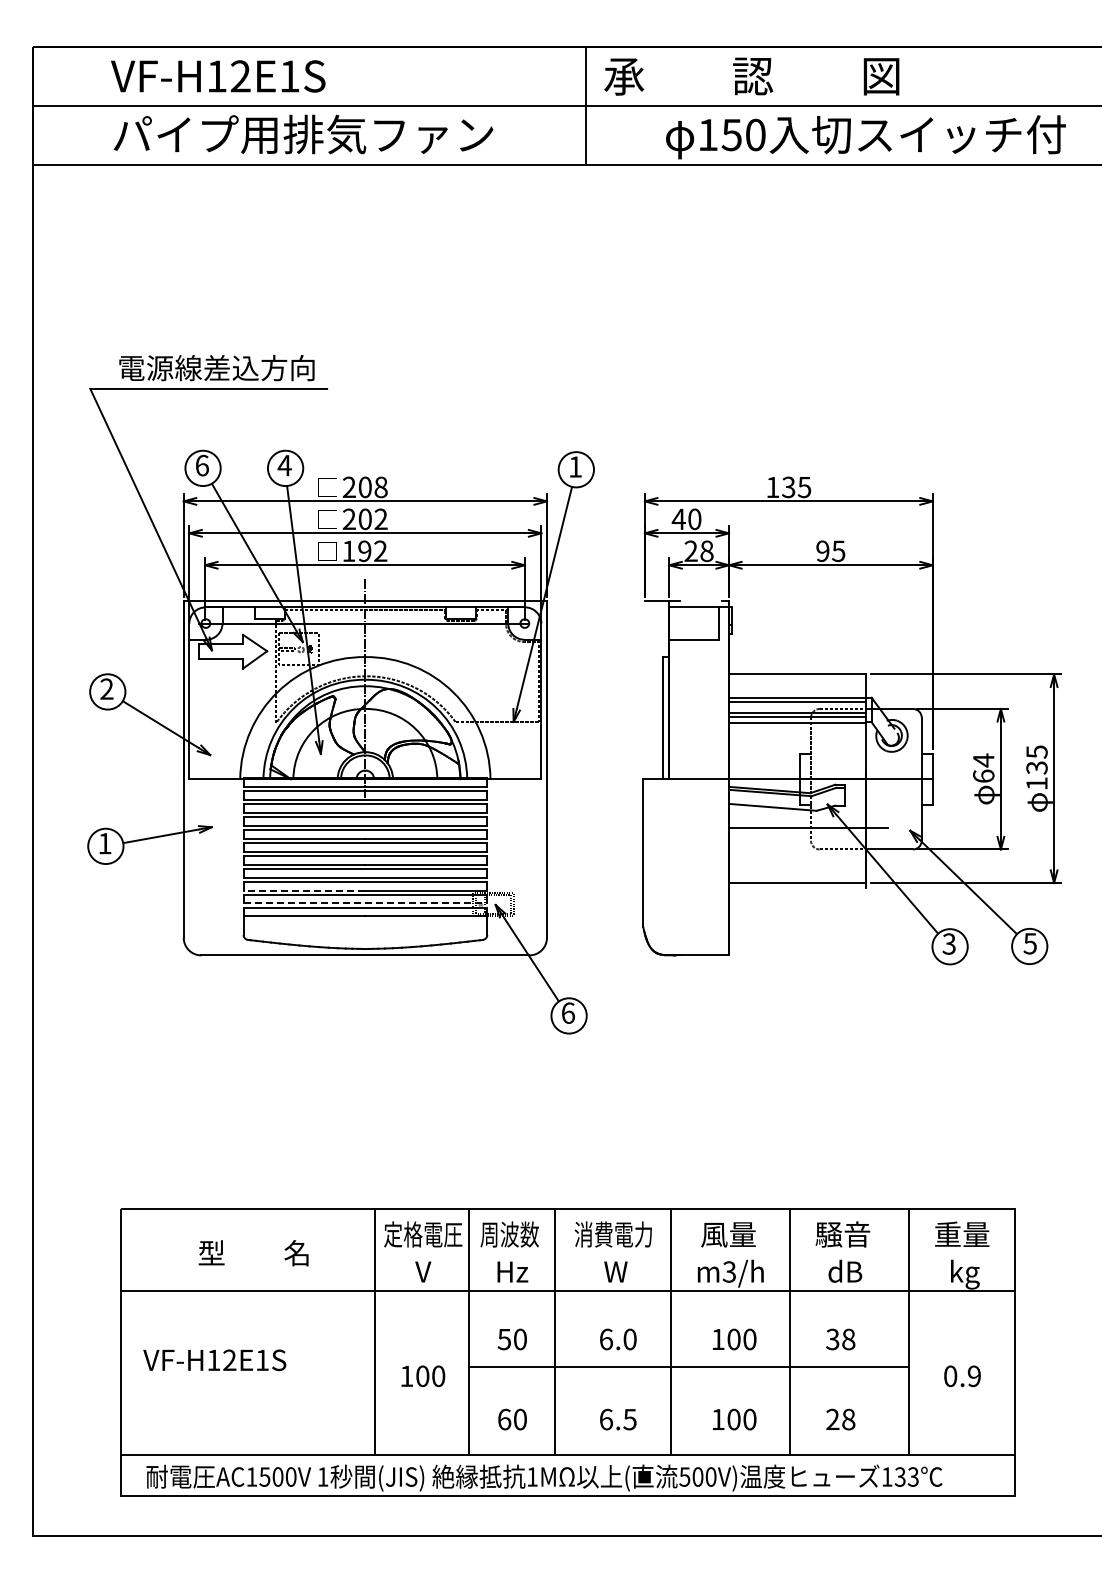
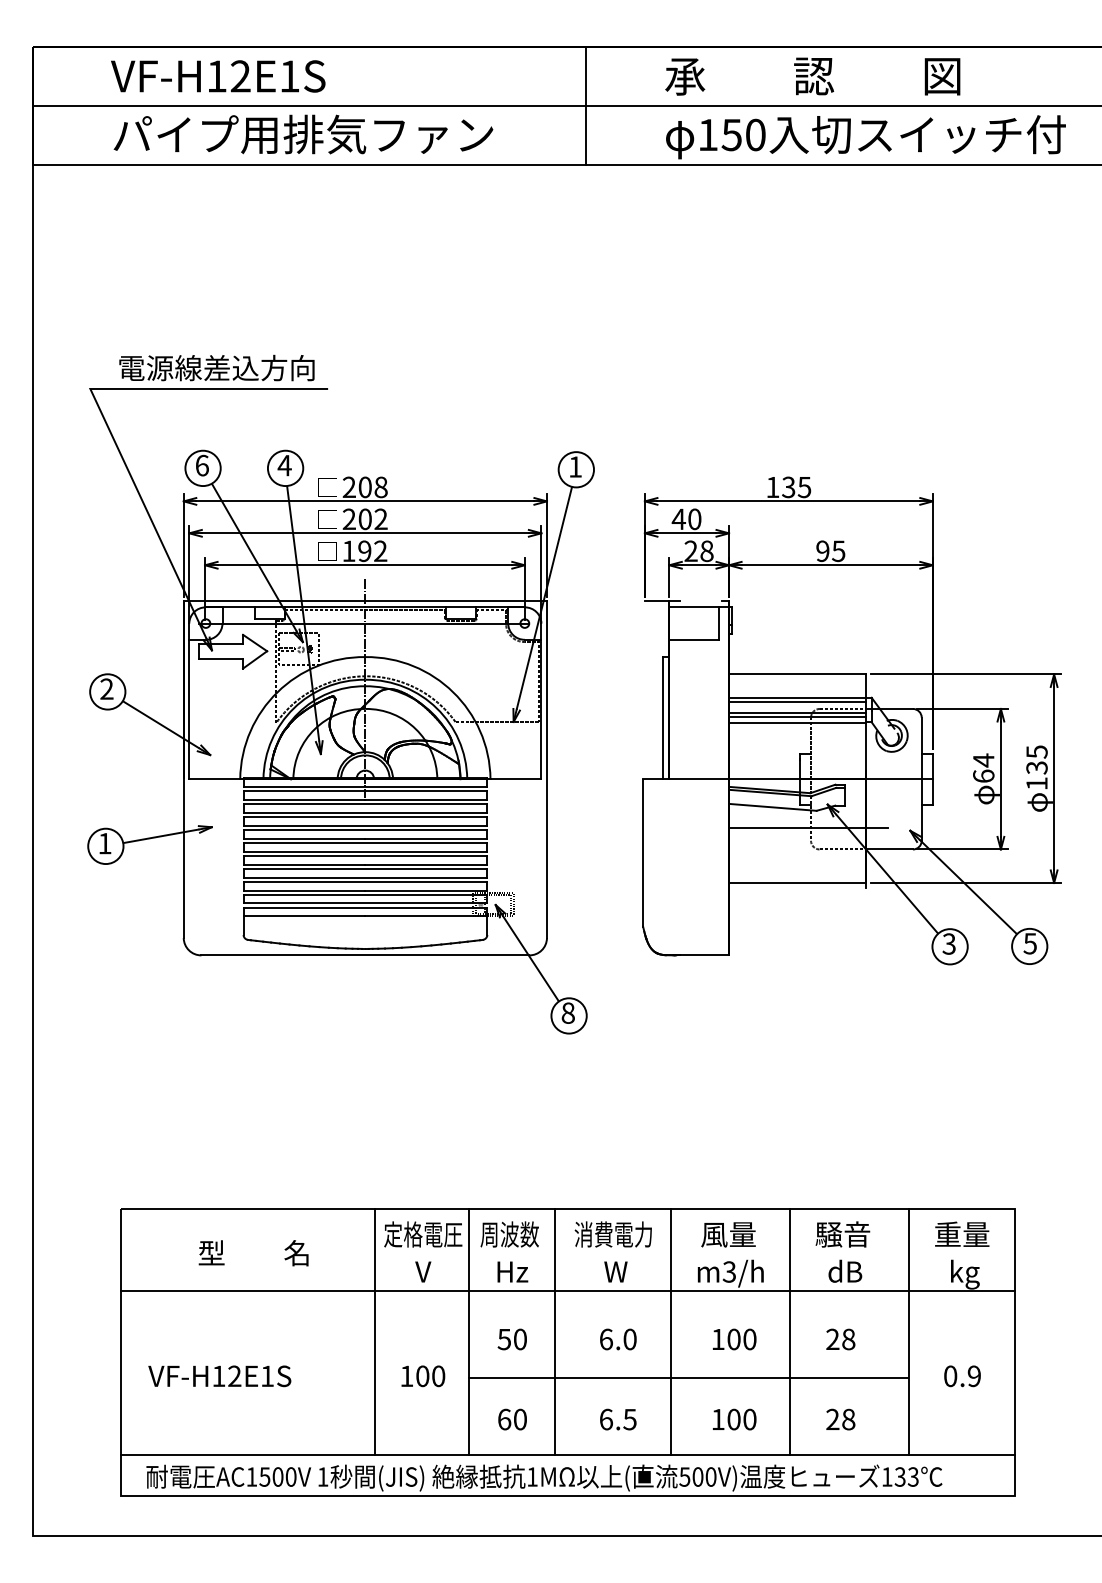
text at (751, 76) position: (751, 76) -> (812, 76)
line at (304, 890): dashed -> solid
line at (365, 903): dashed -> solid
text at (567, 1012): 6 -> 8
text at (832, 1339): 38 -> 28
text at (214, 1360) position: (214, 1360) -> (219, 1376)
line at (688, 1366) position: (688, 1366) -> (688, 1377)
